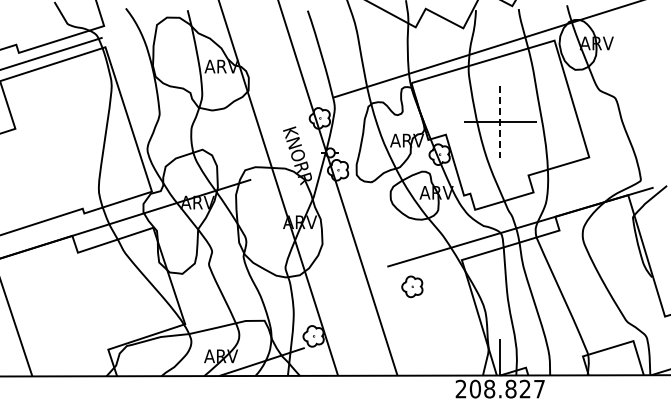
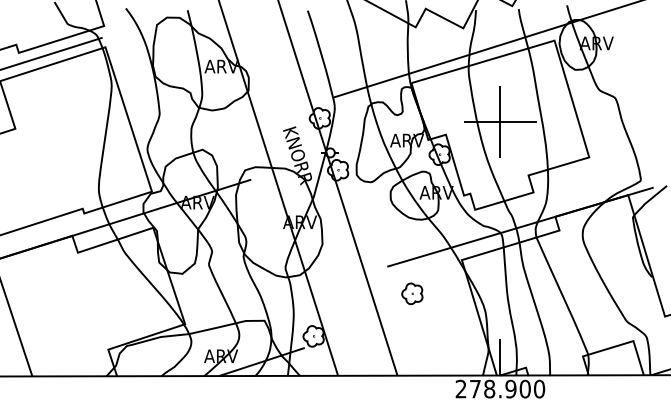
line at (500, 122): dashed -> solid
part at (412, 286) position: (412, 286) -> (412, 293)
text at (507, 388): 208.827 -> 278.900
